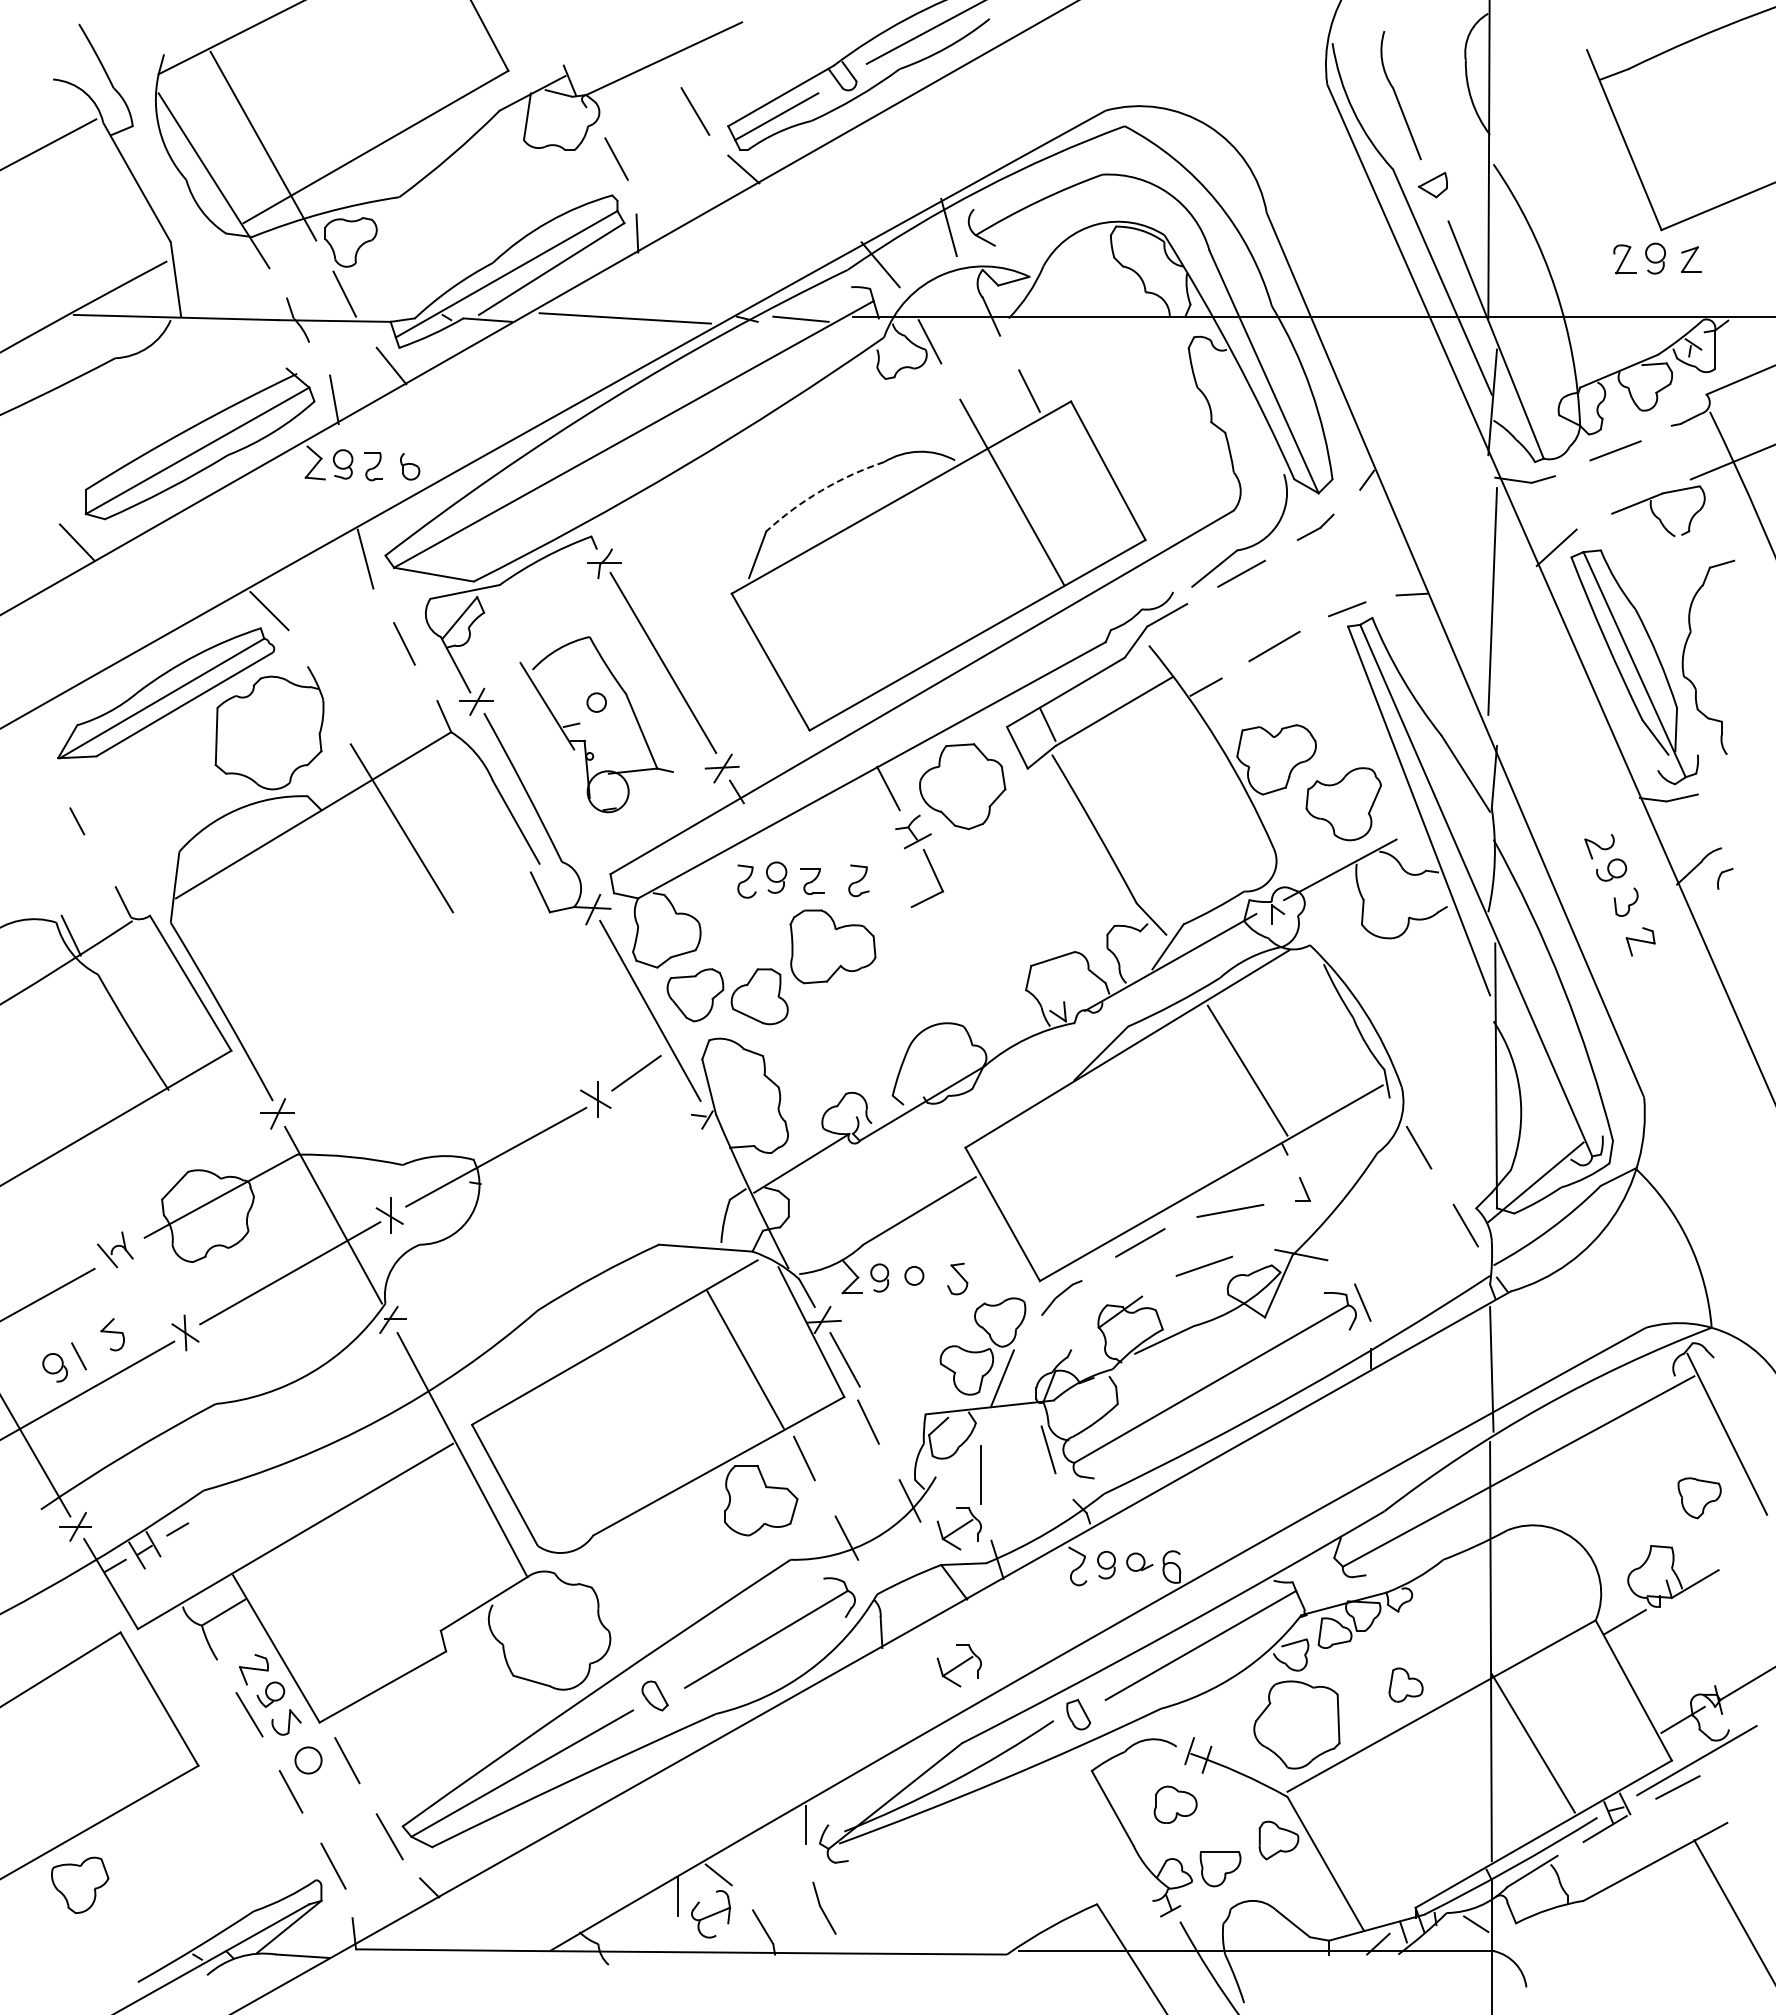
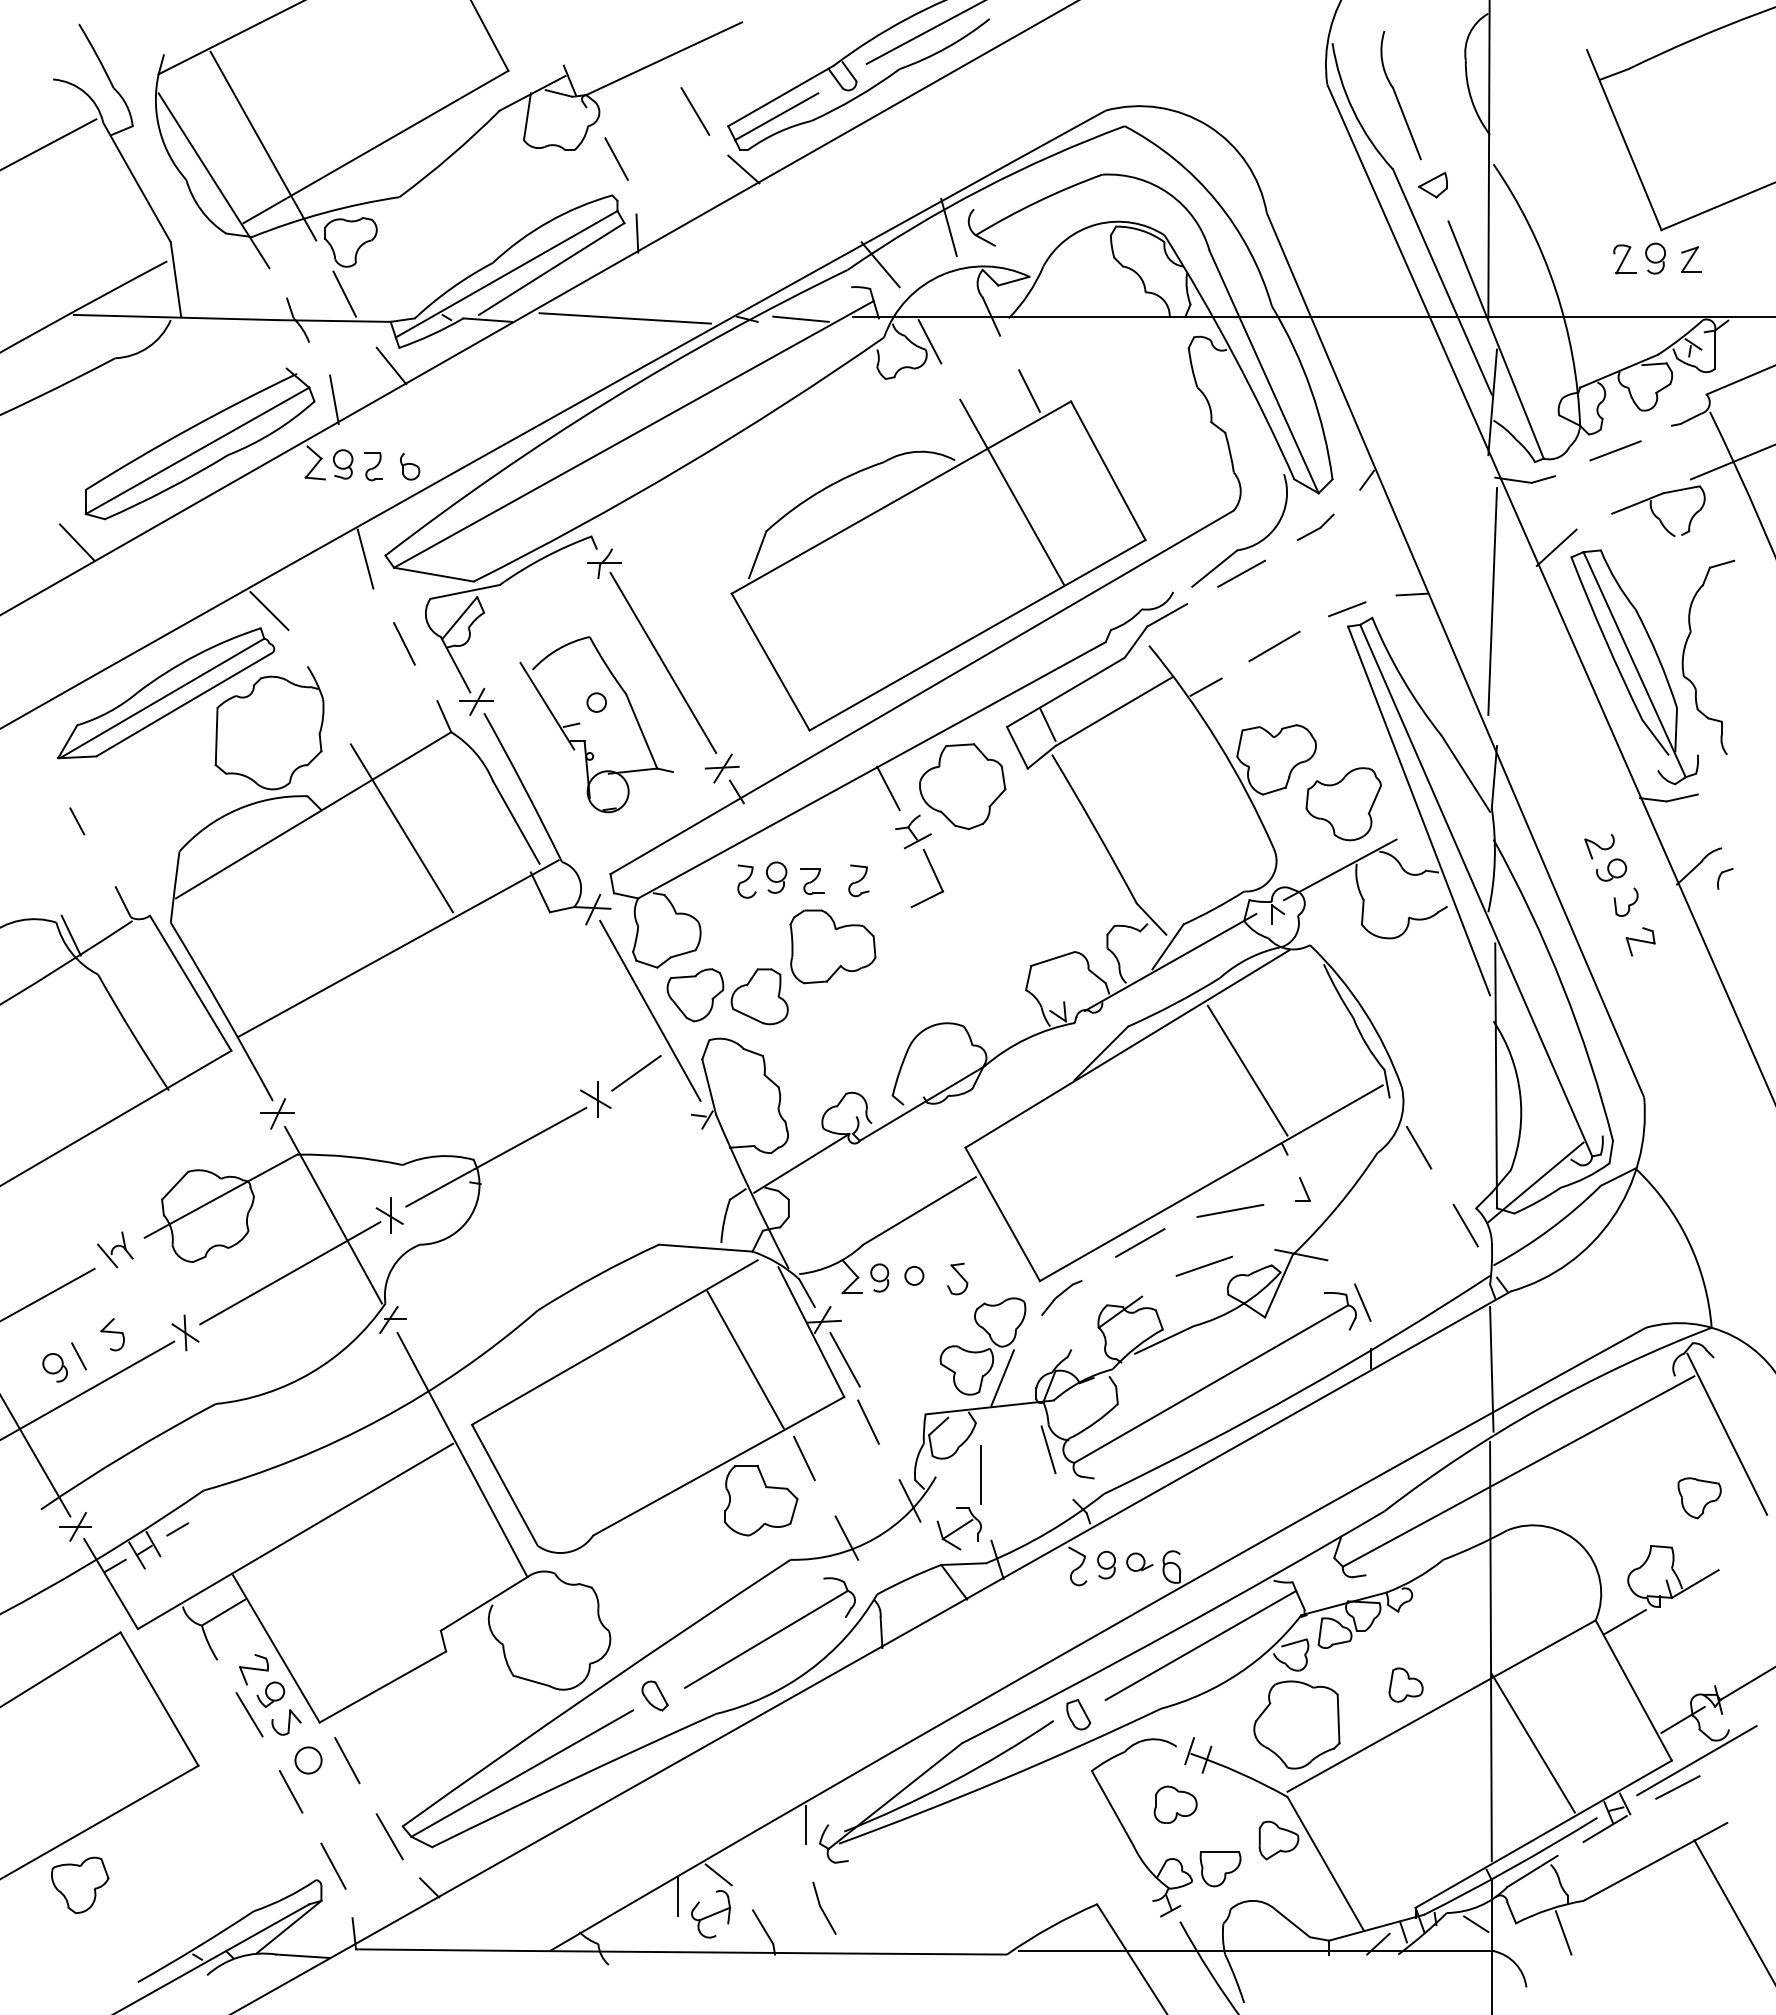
arc at (821, 490): dashed -> solid
line at (398, 948): none -> present
part at (958, 1665): present -> none
line at (1563, 1932): none -> present
